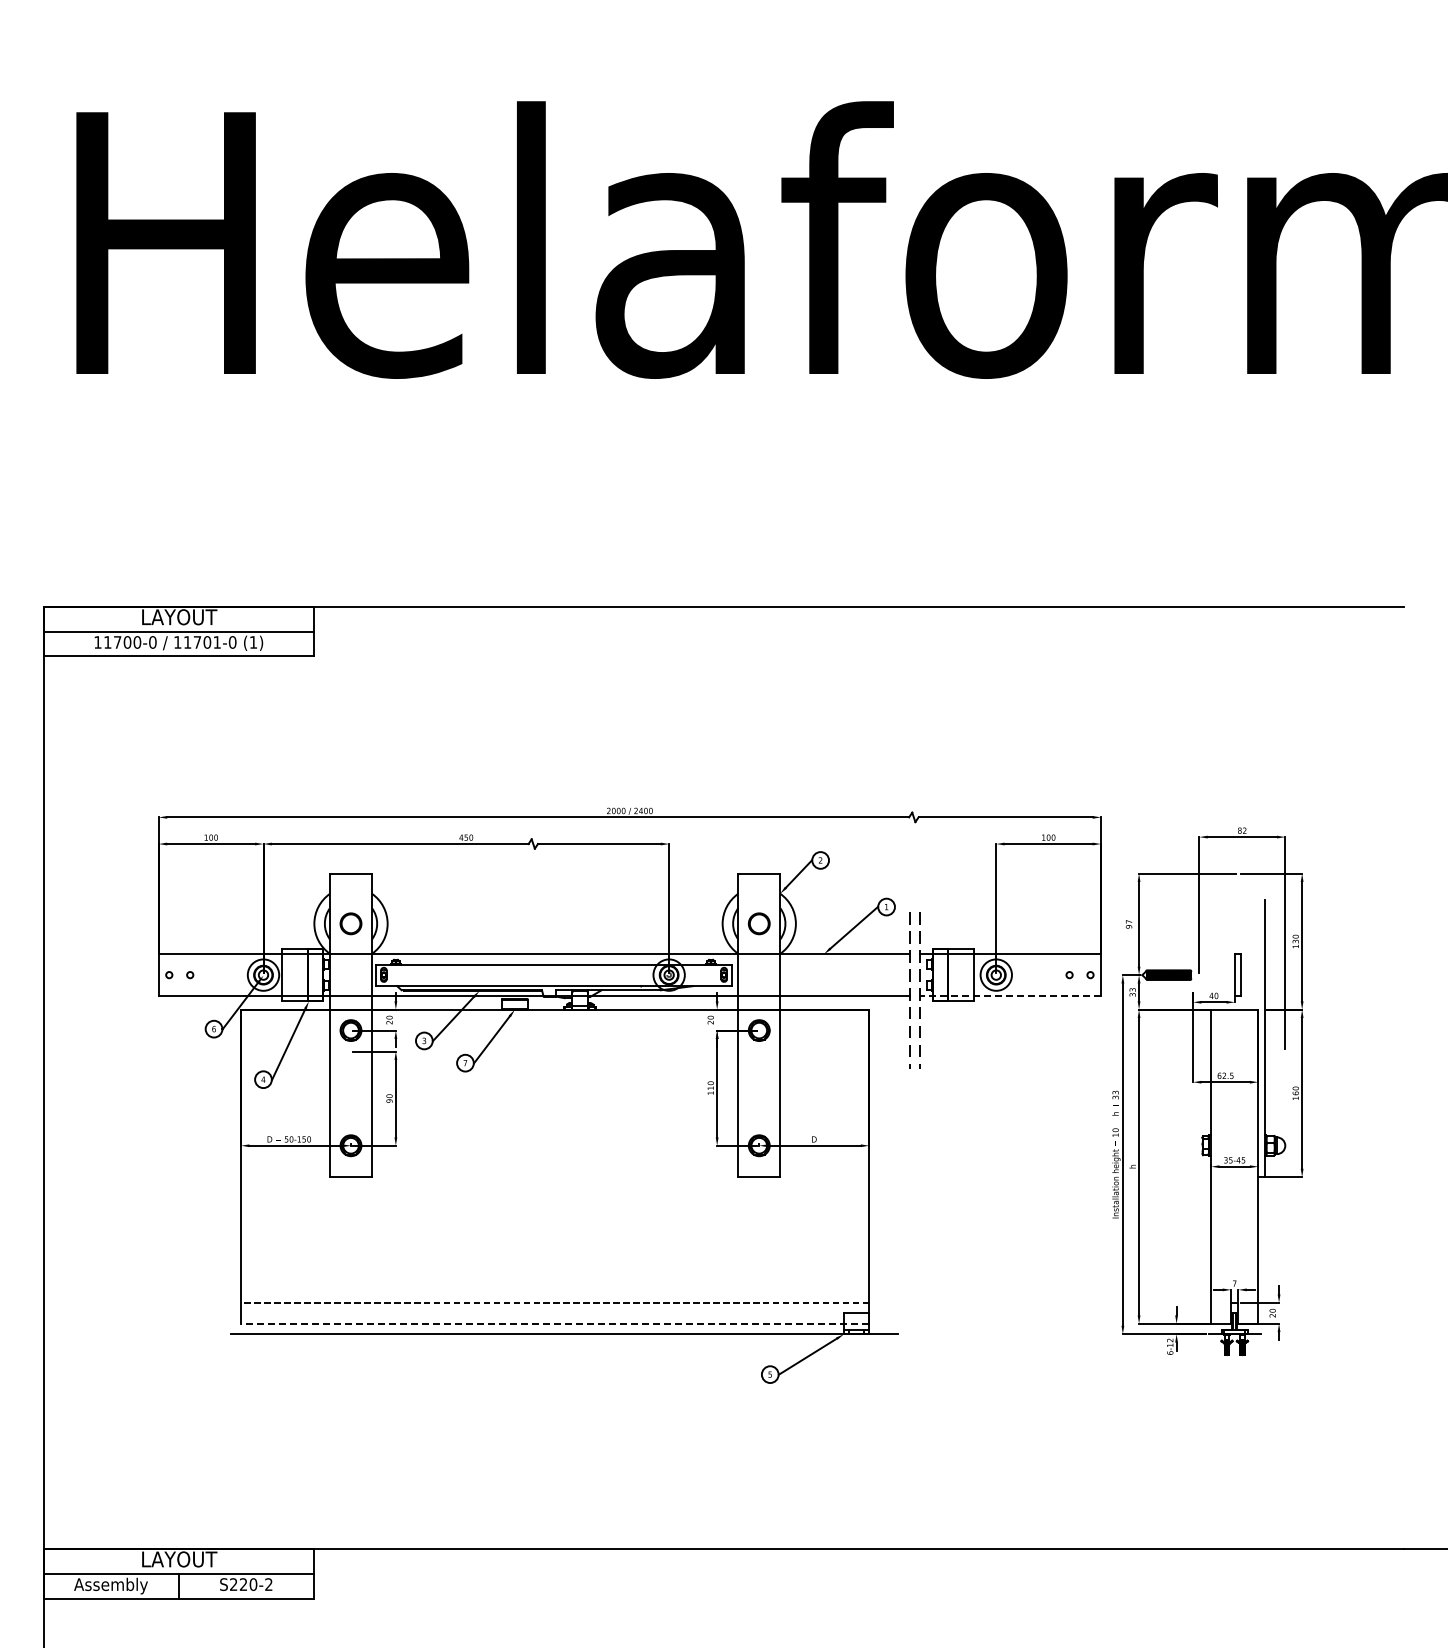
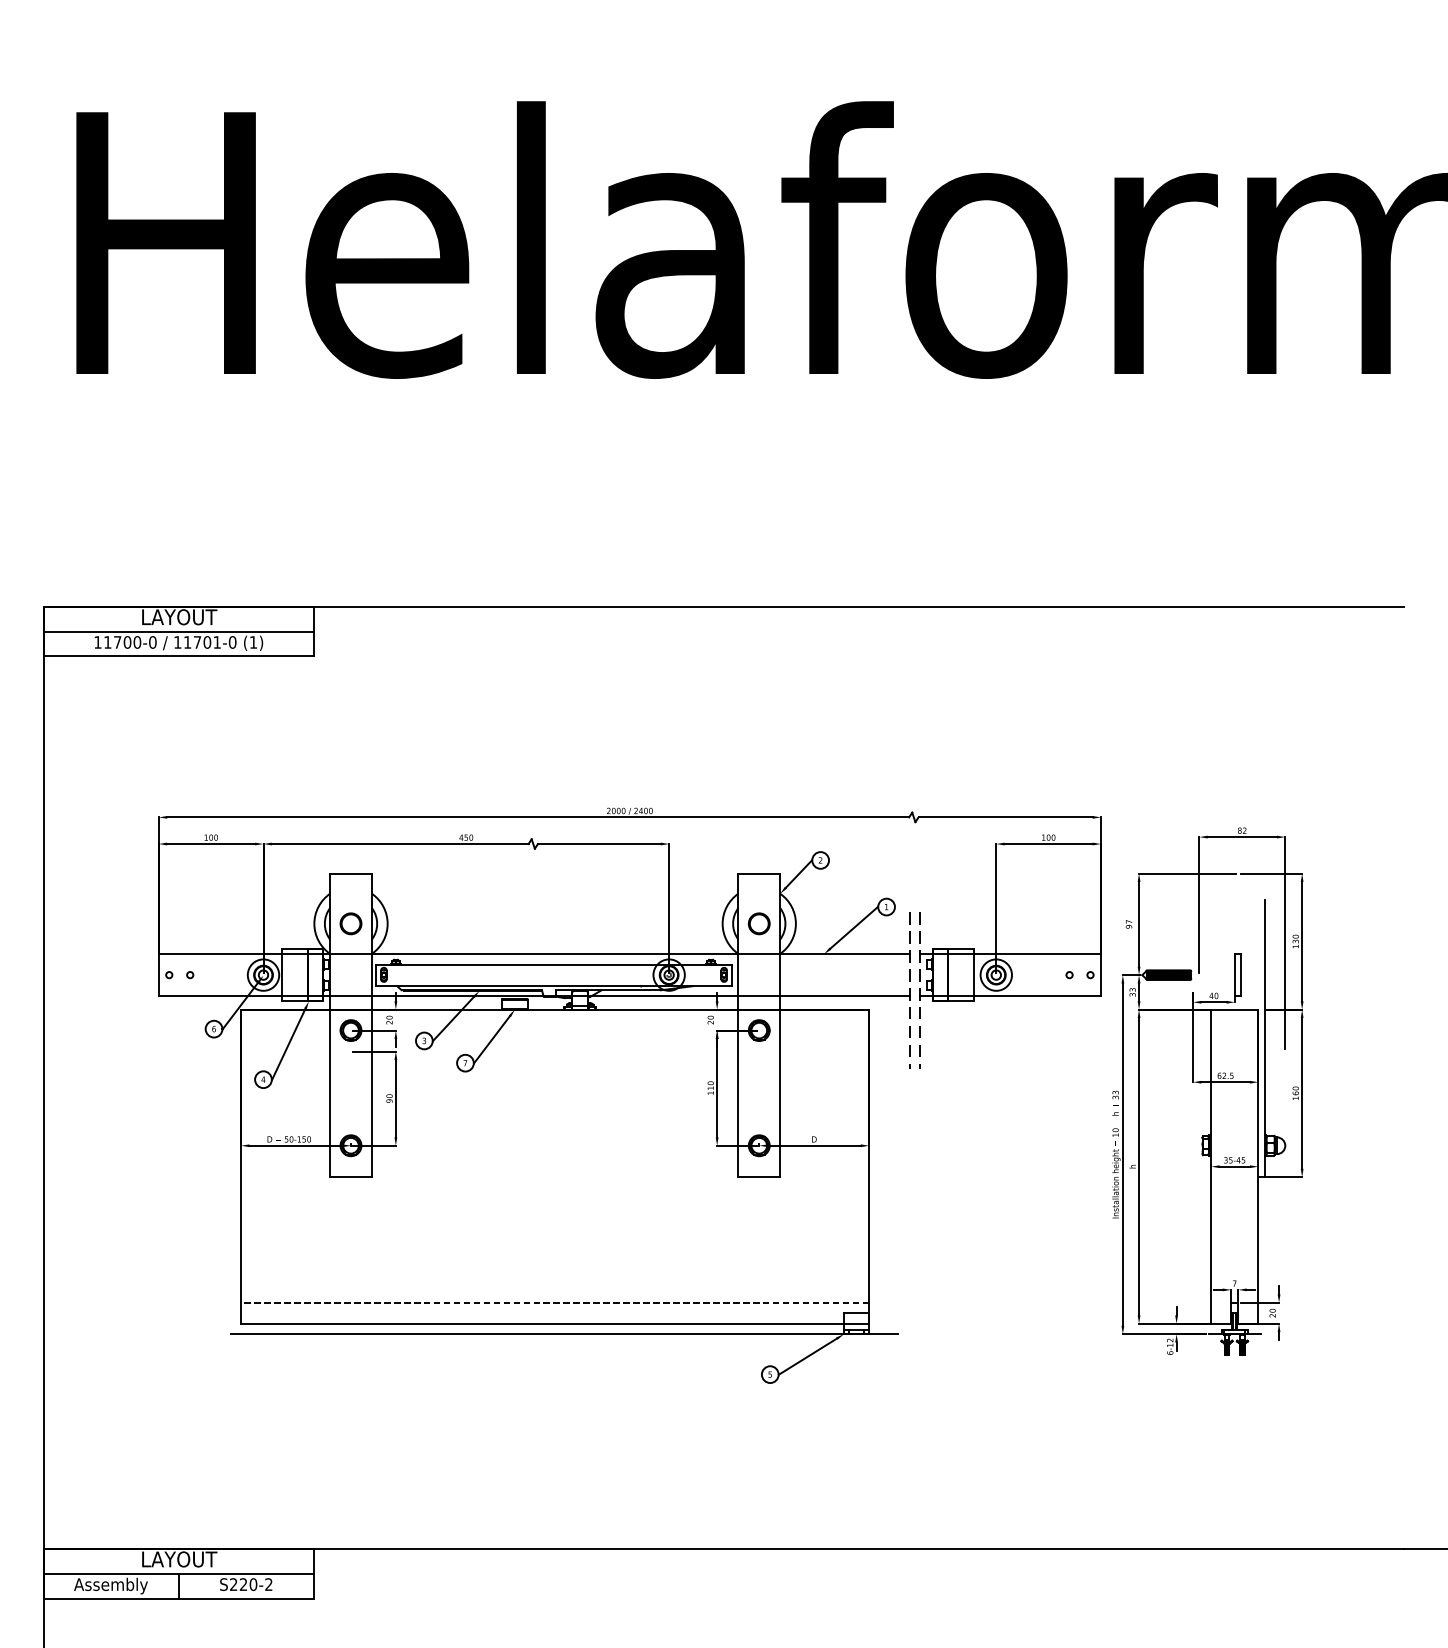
line at (1010, 996): dashed -> solid
line at (554, 1323): dashed -> solid
